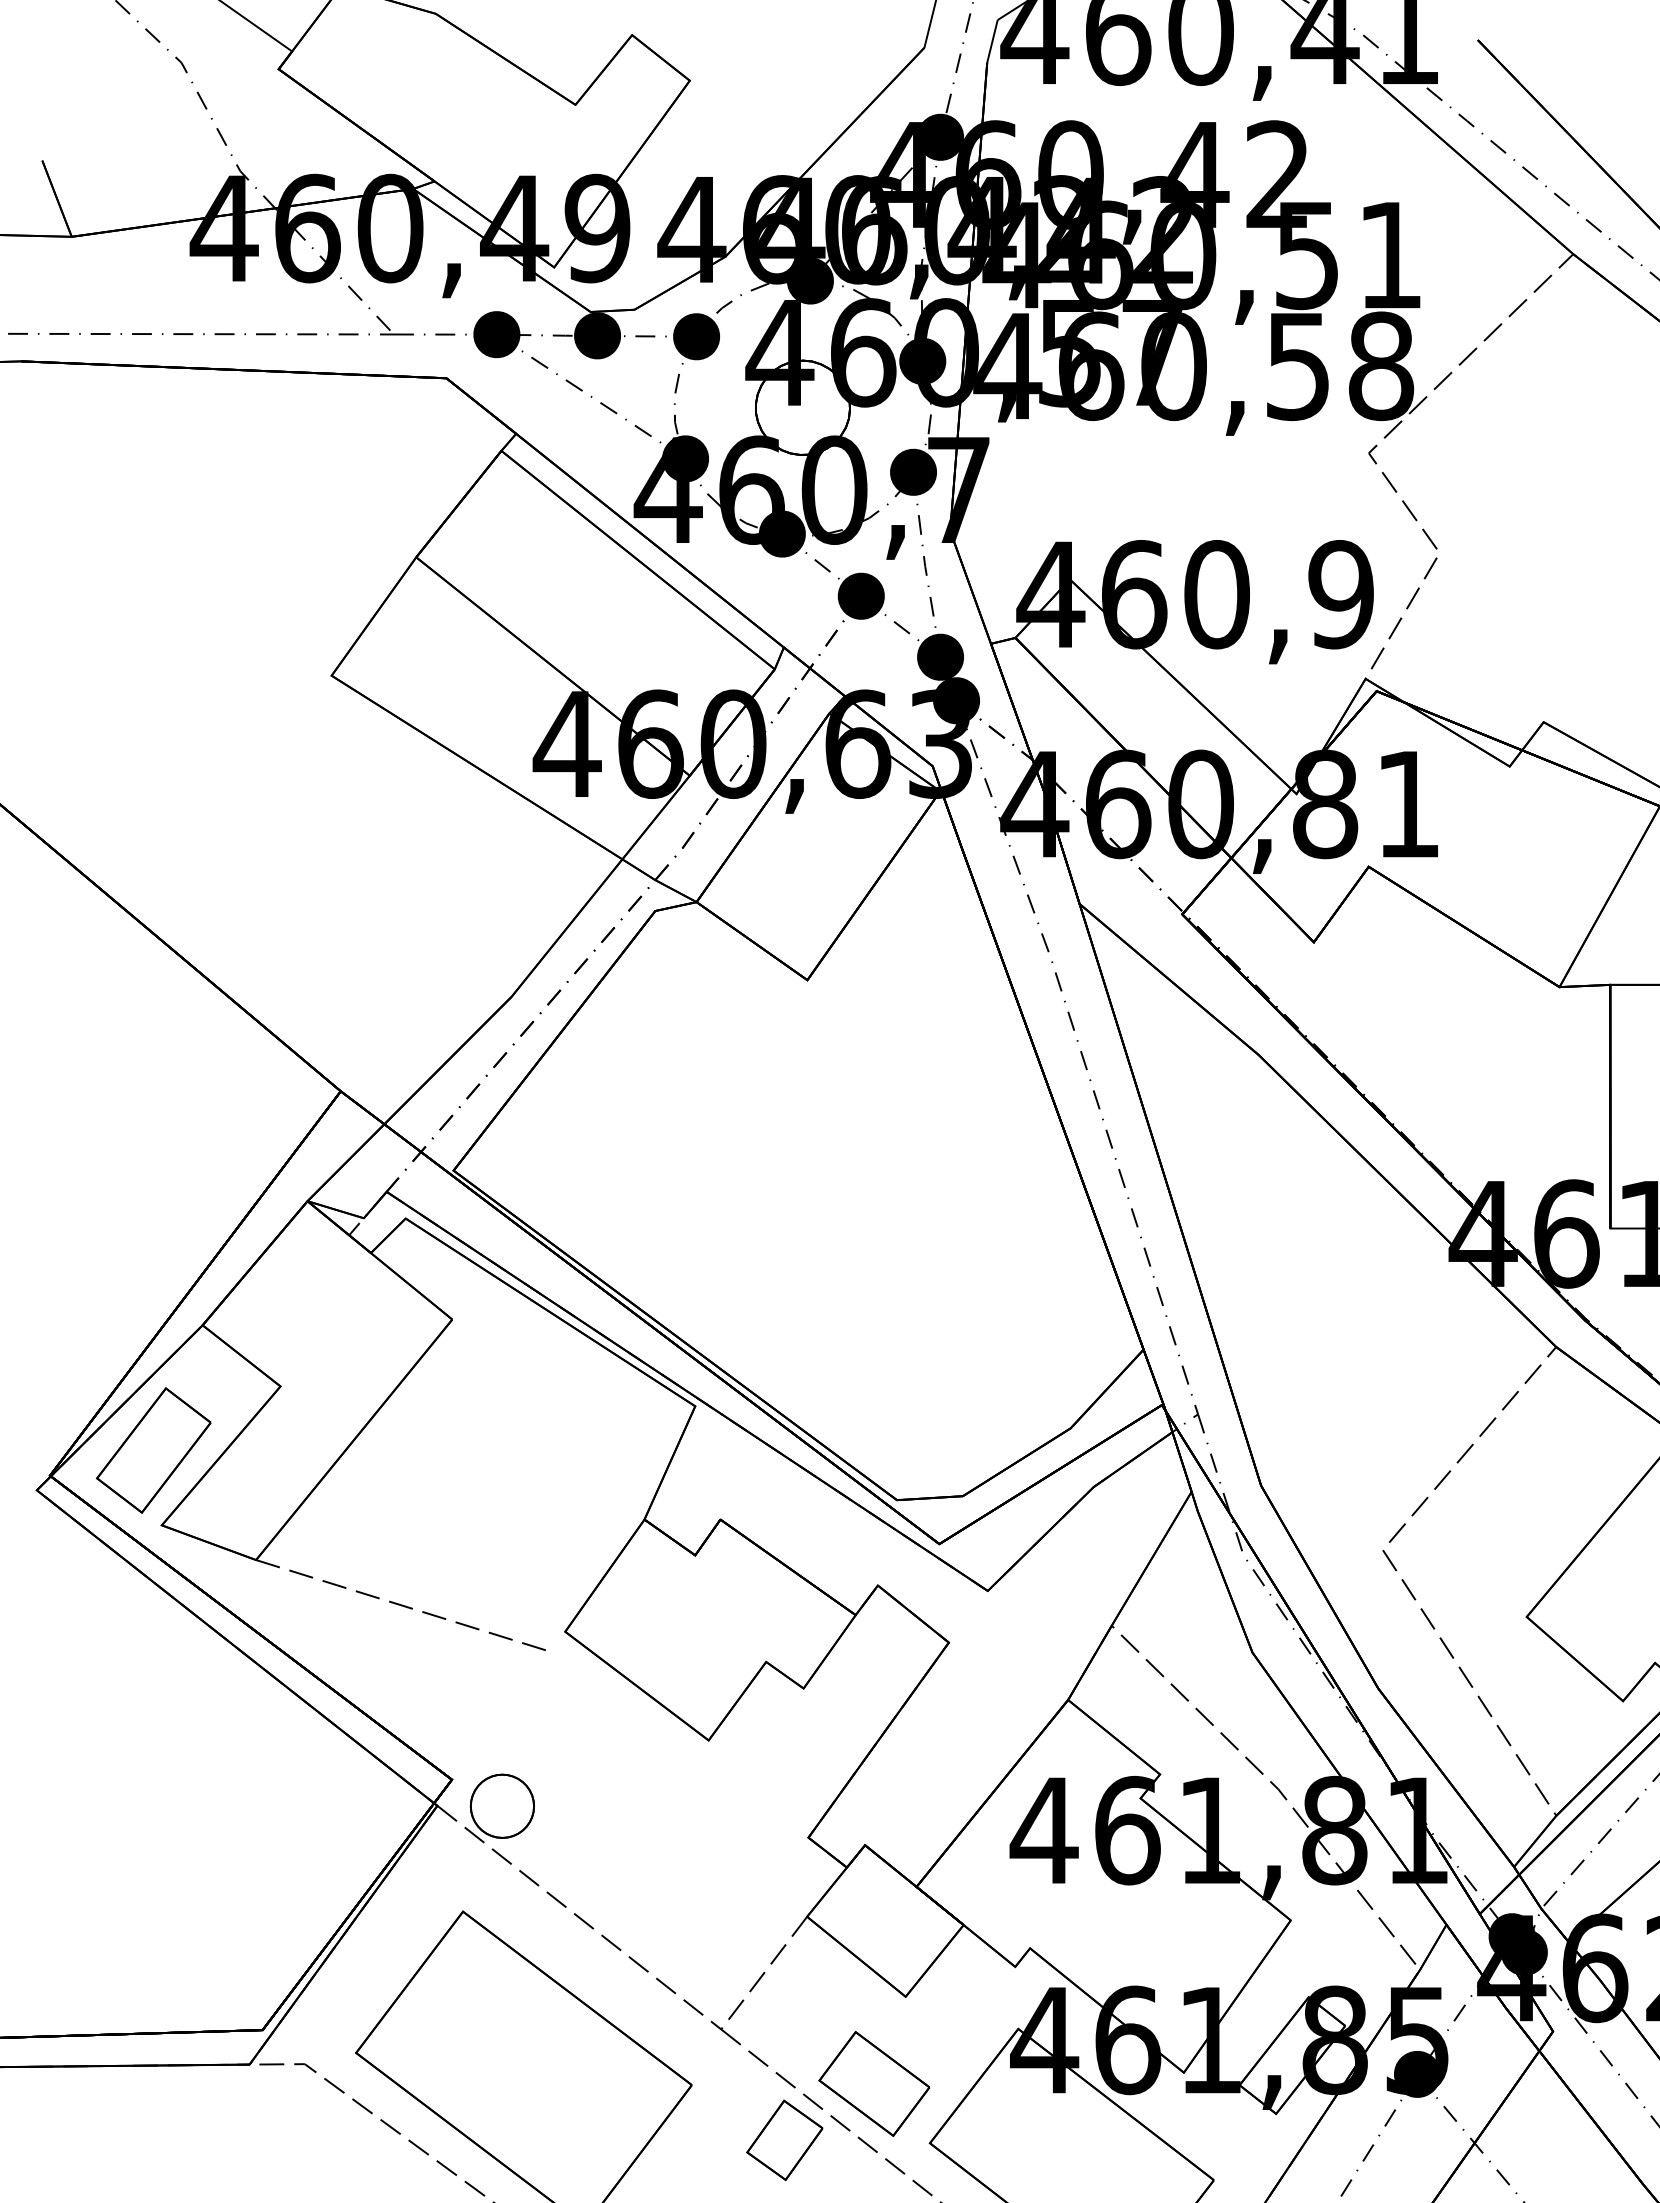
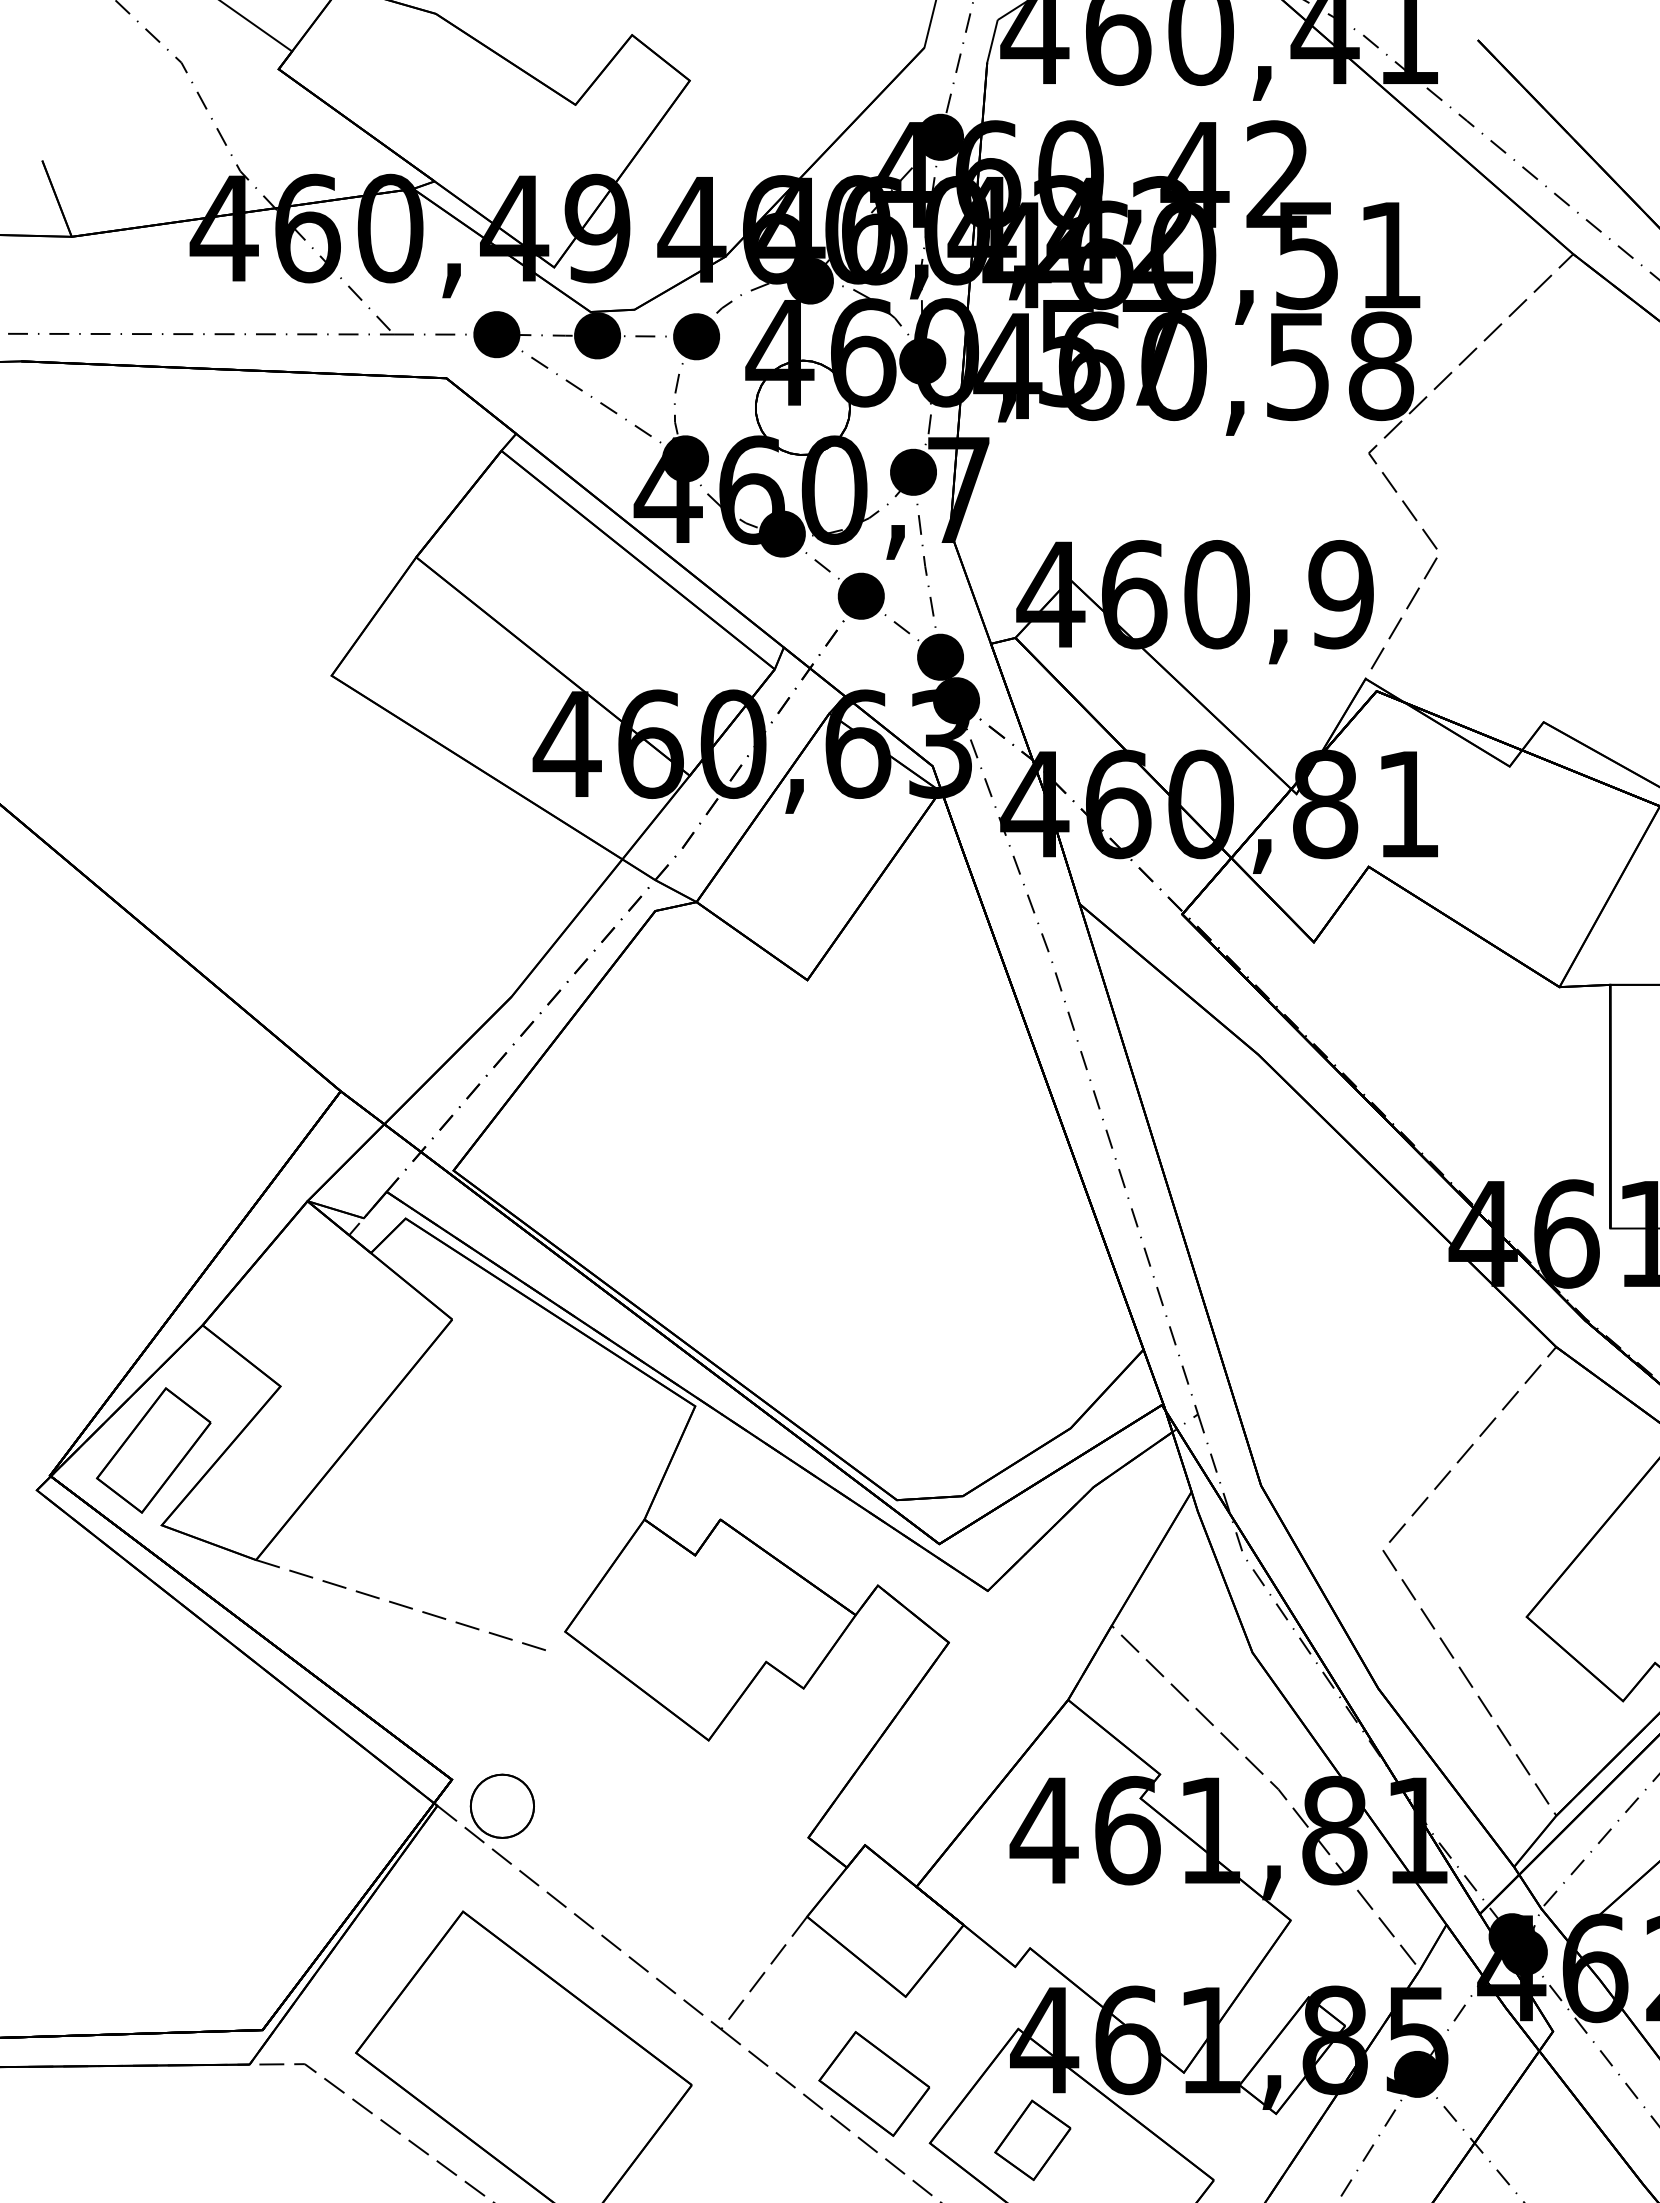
part at (784, 2140) position: (784, 2140) -> (1032, 2140)
